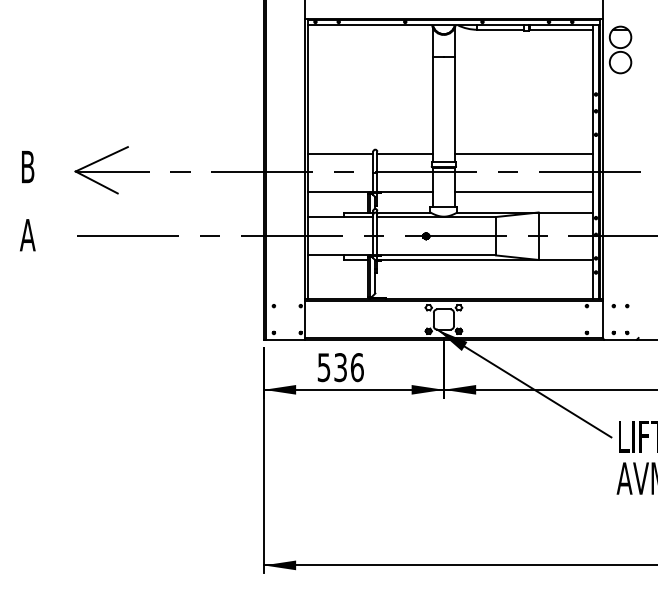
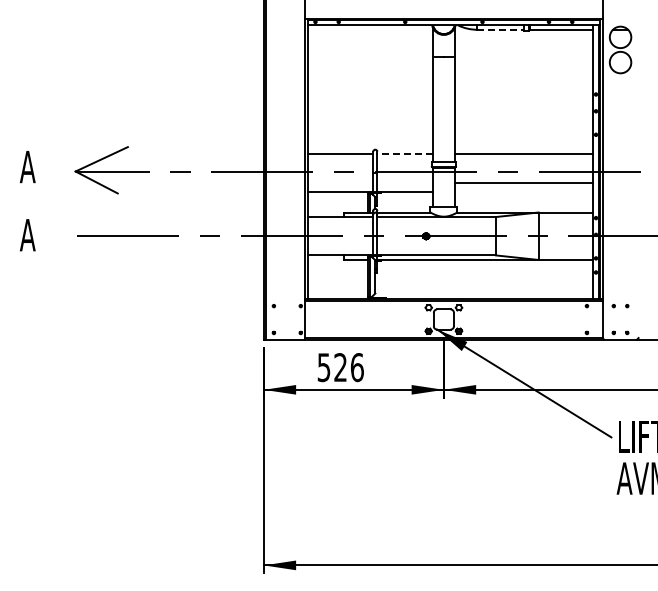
line at (501, 29): solid -> dashed
line at (405, 153): solid -> dashed
text at (27, 166): B -> A
line at (523, 192) position: (523, 192) -> (523, 183)
text at (340, 367): 536 -> 526
